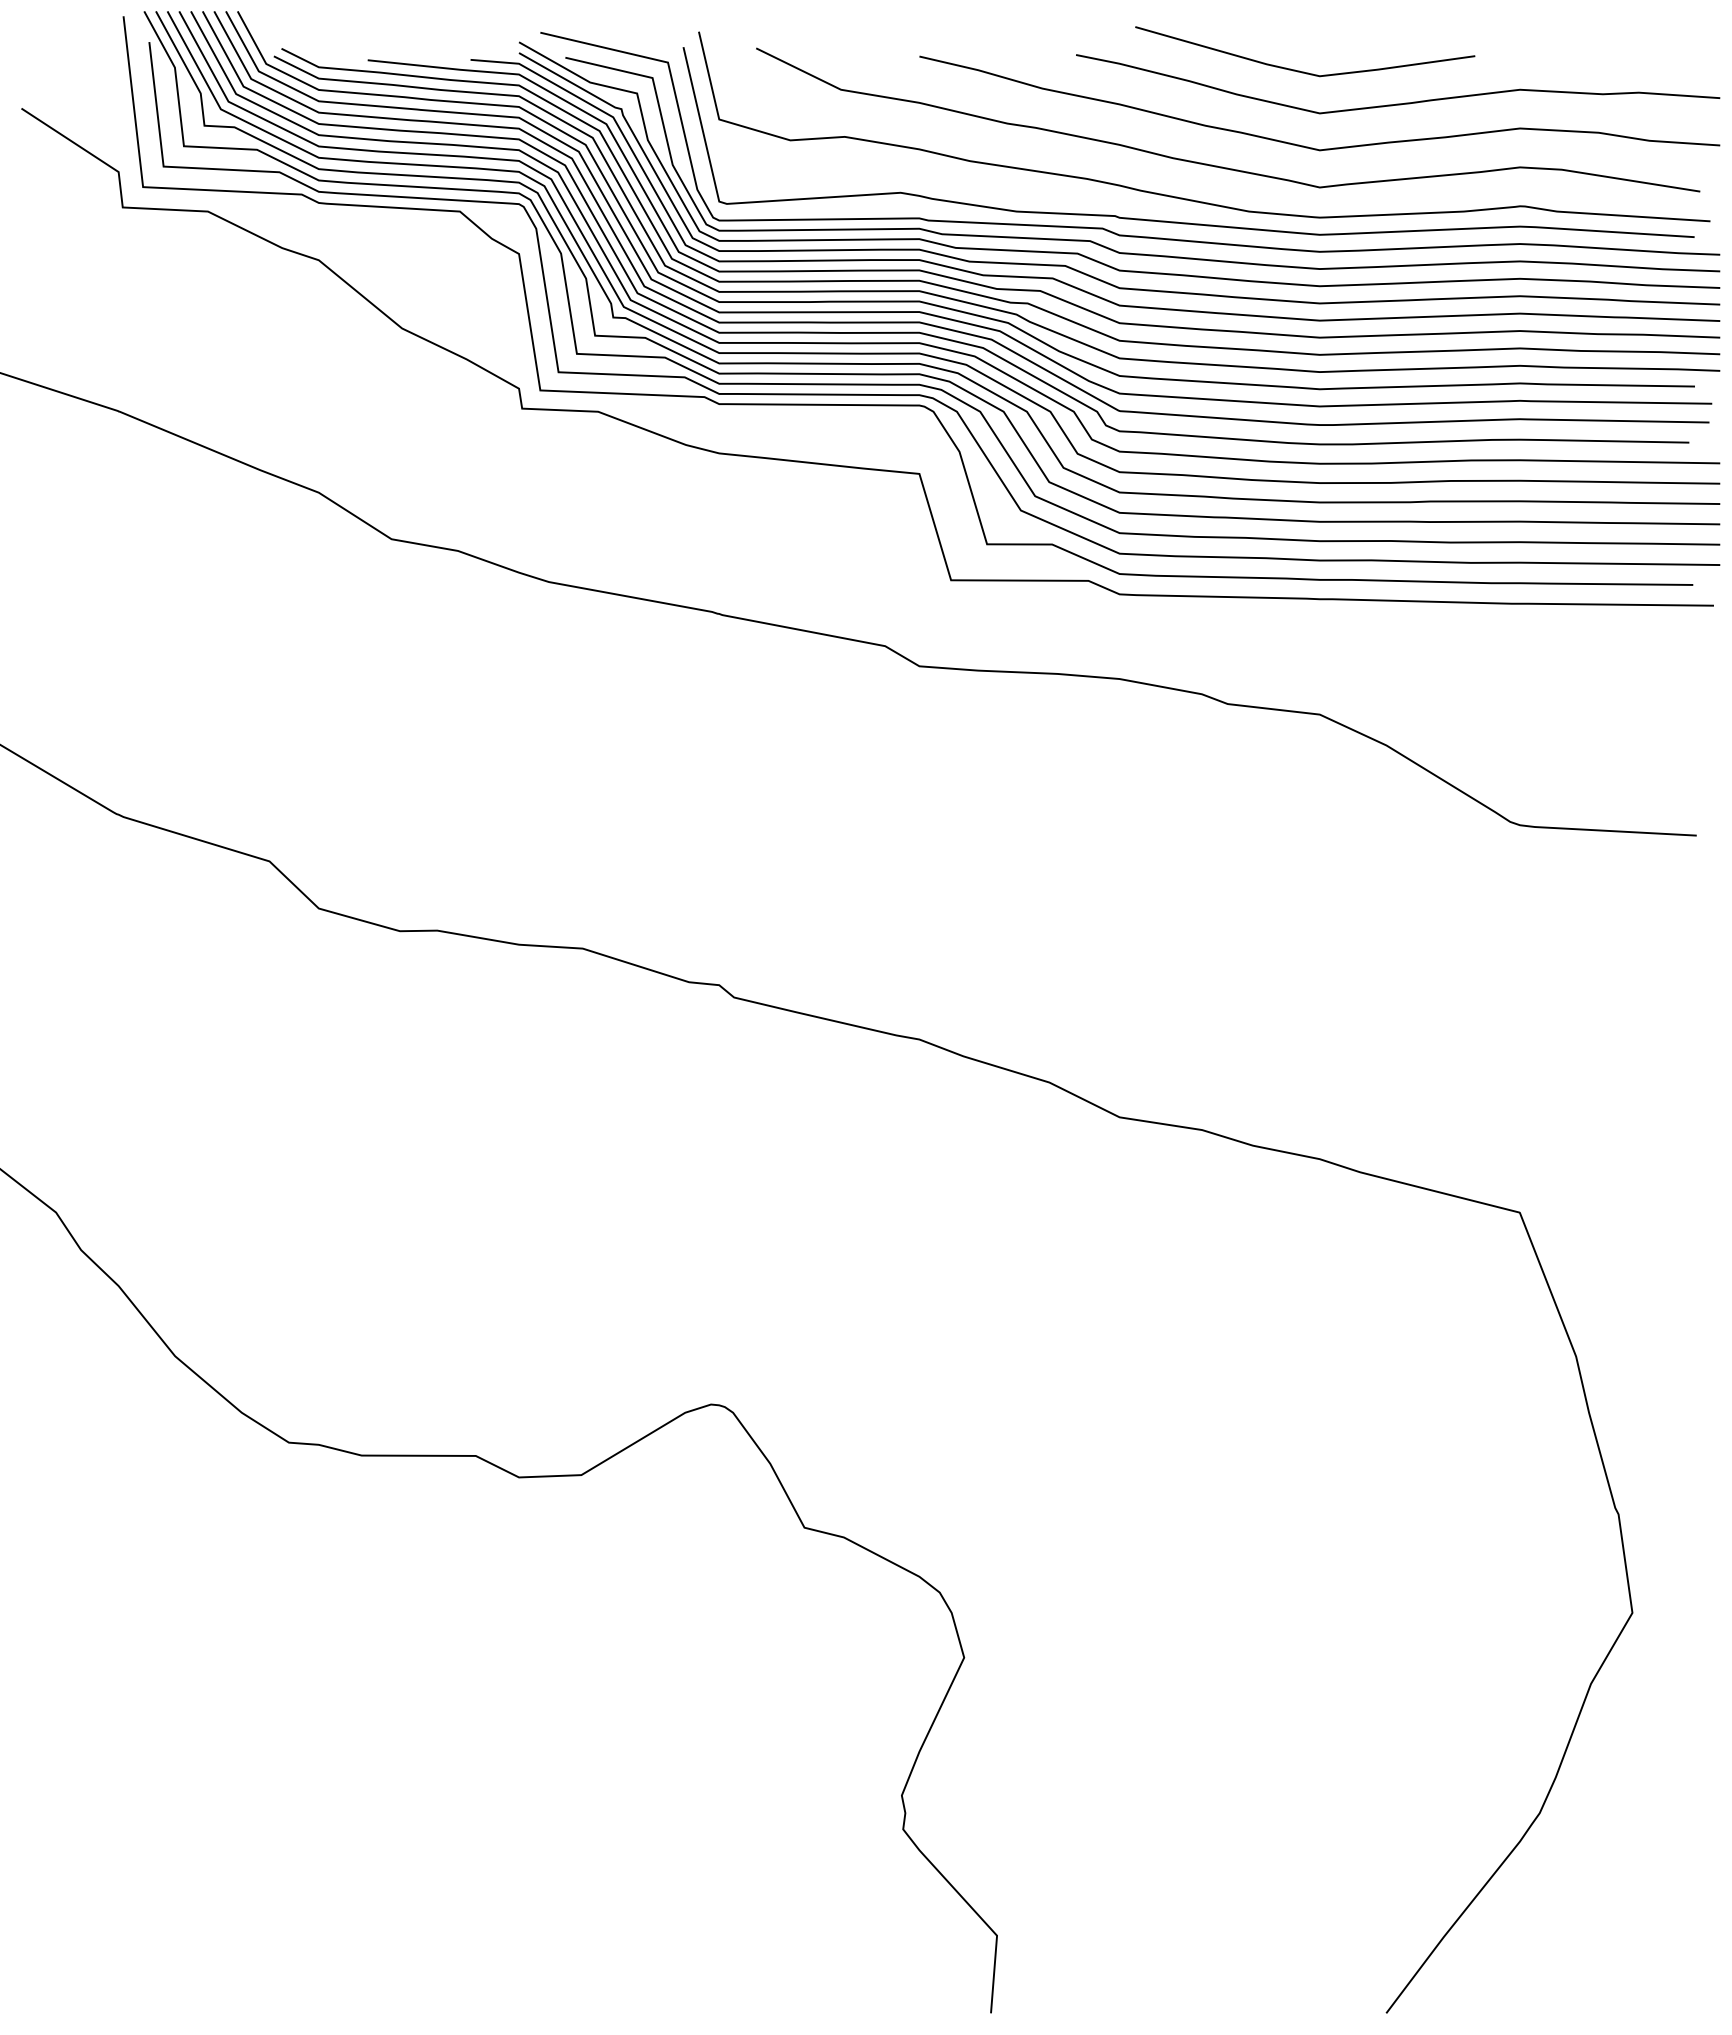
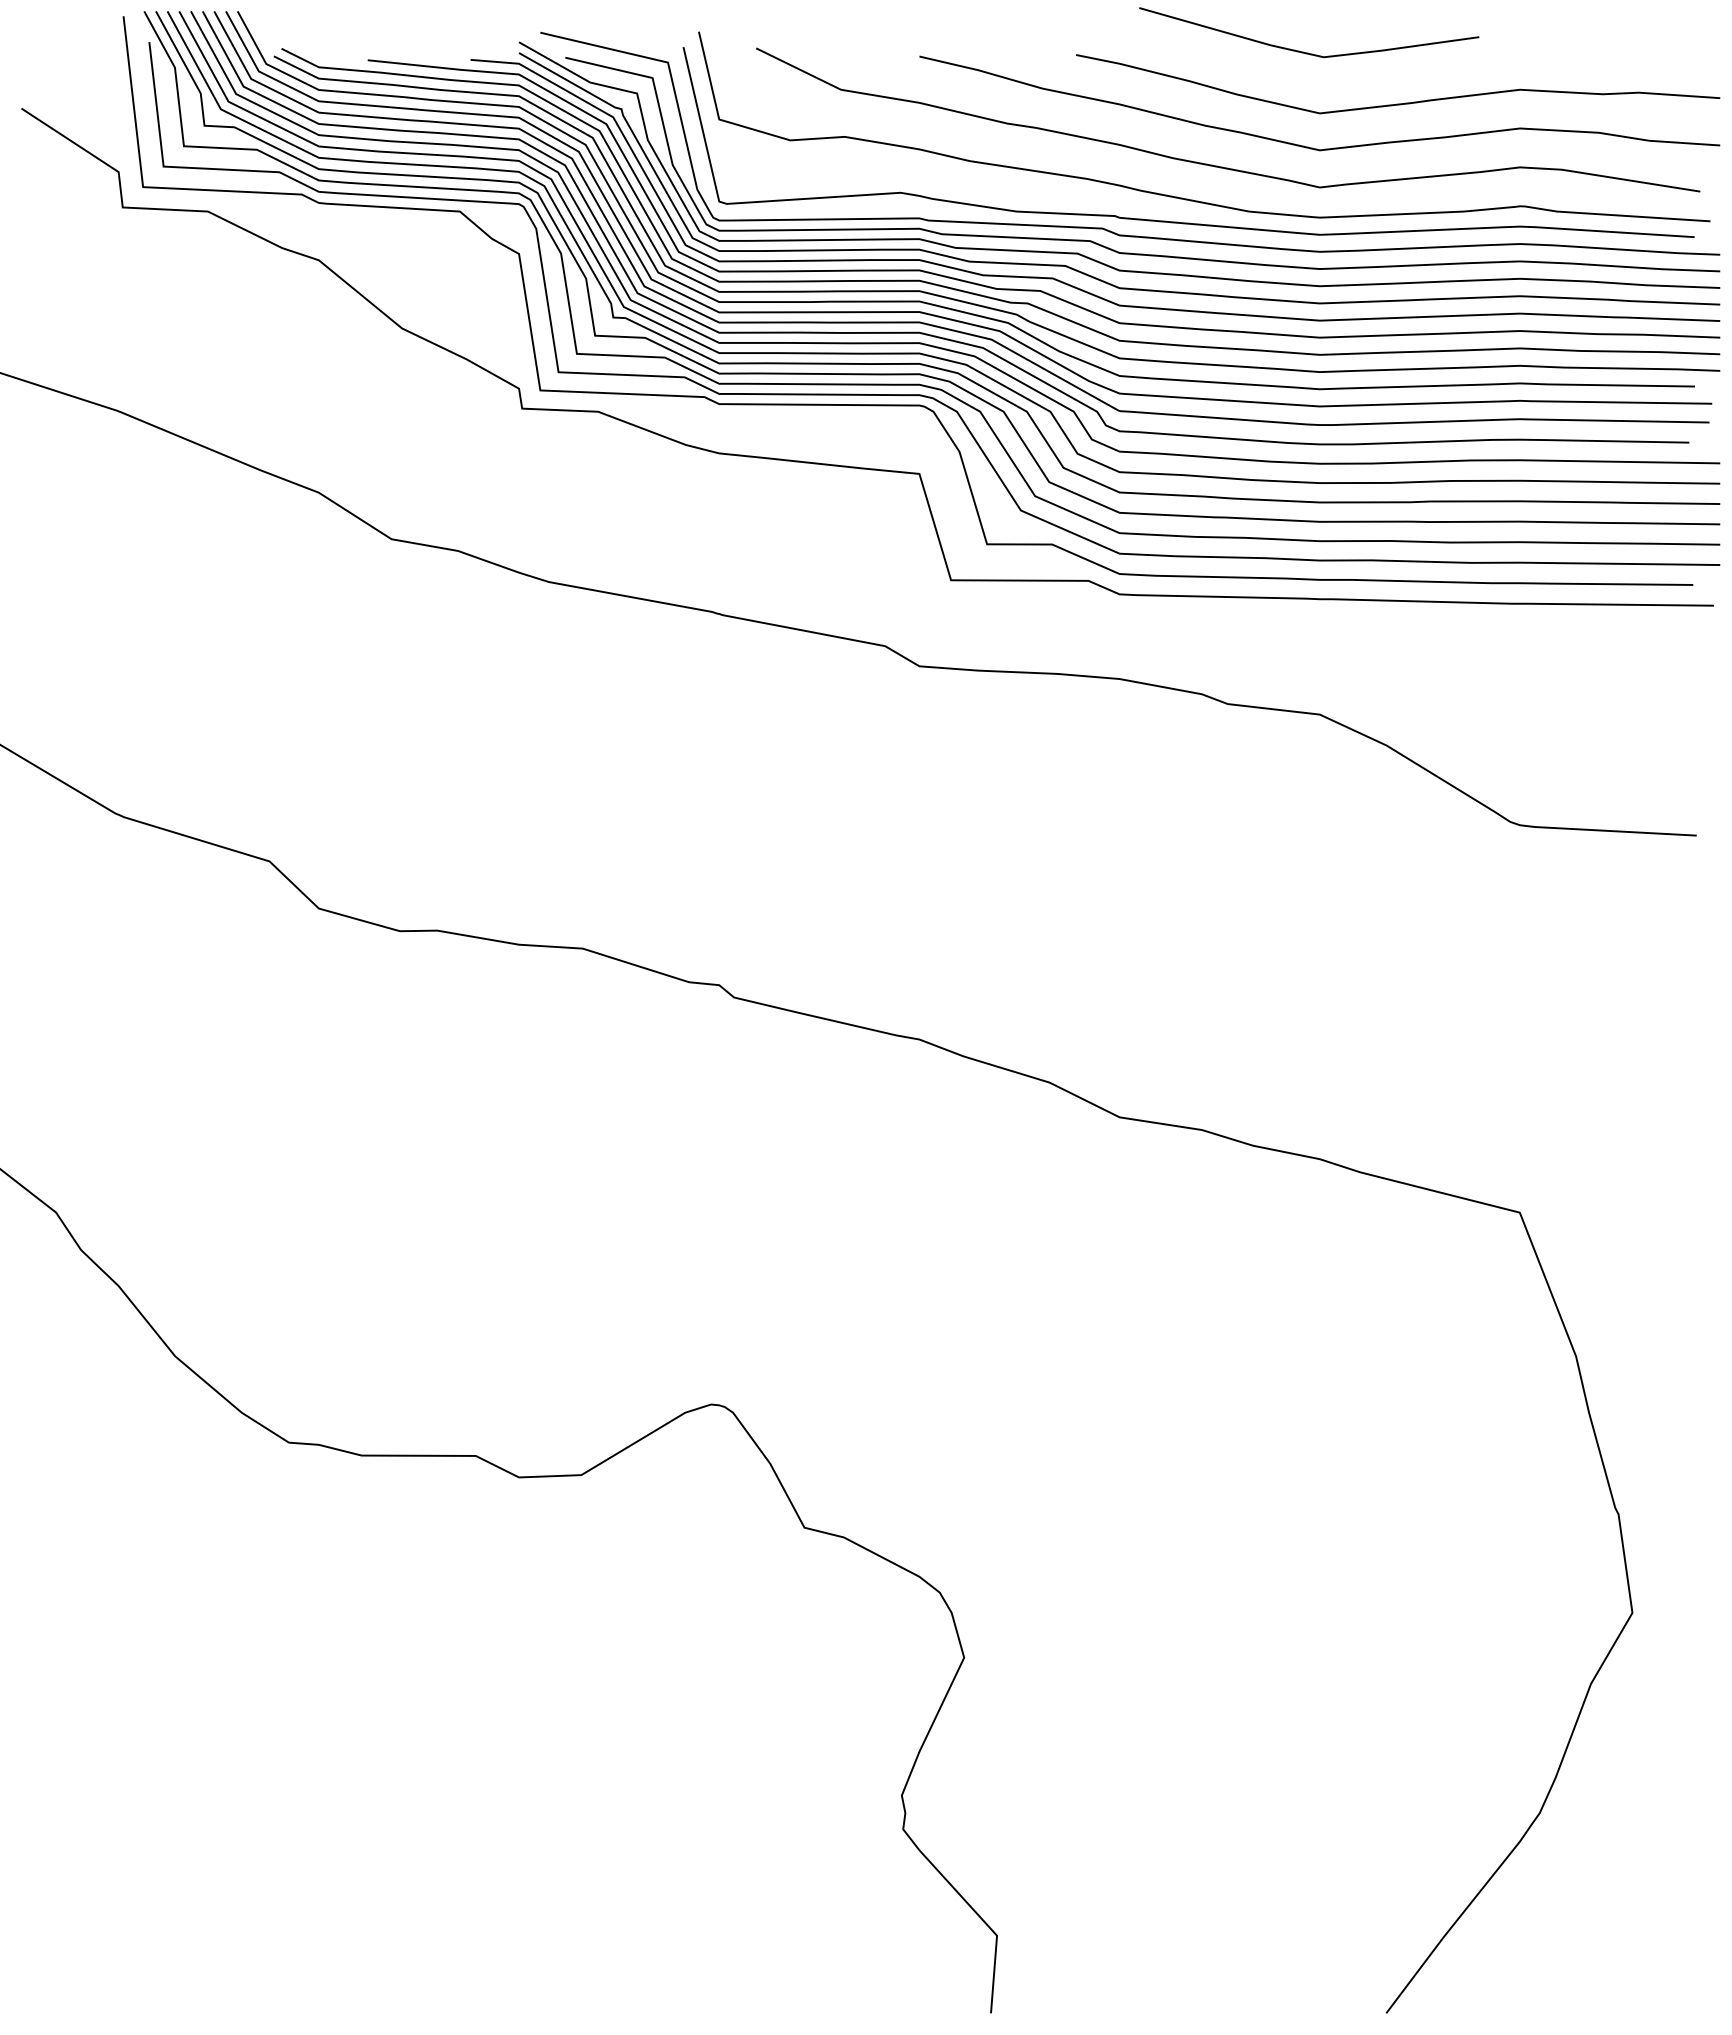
line at (1299, 70) position: (1299, 70) -> (1303, 51)
